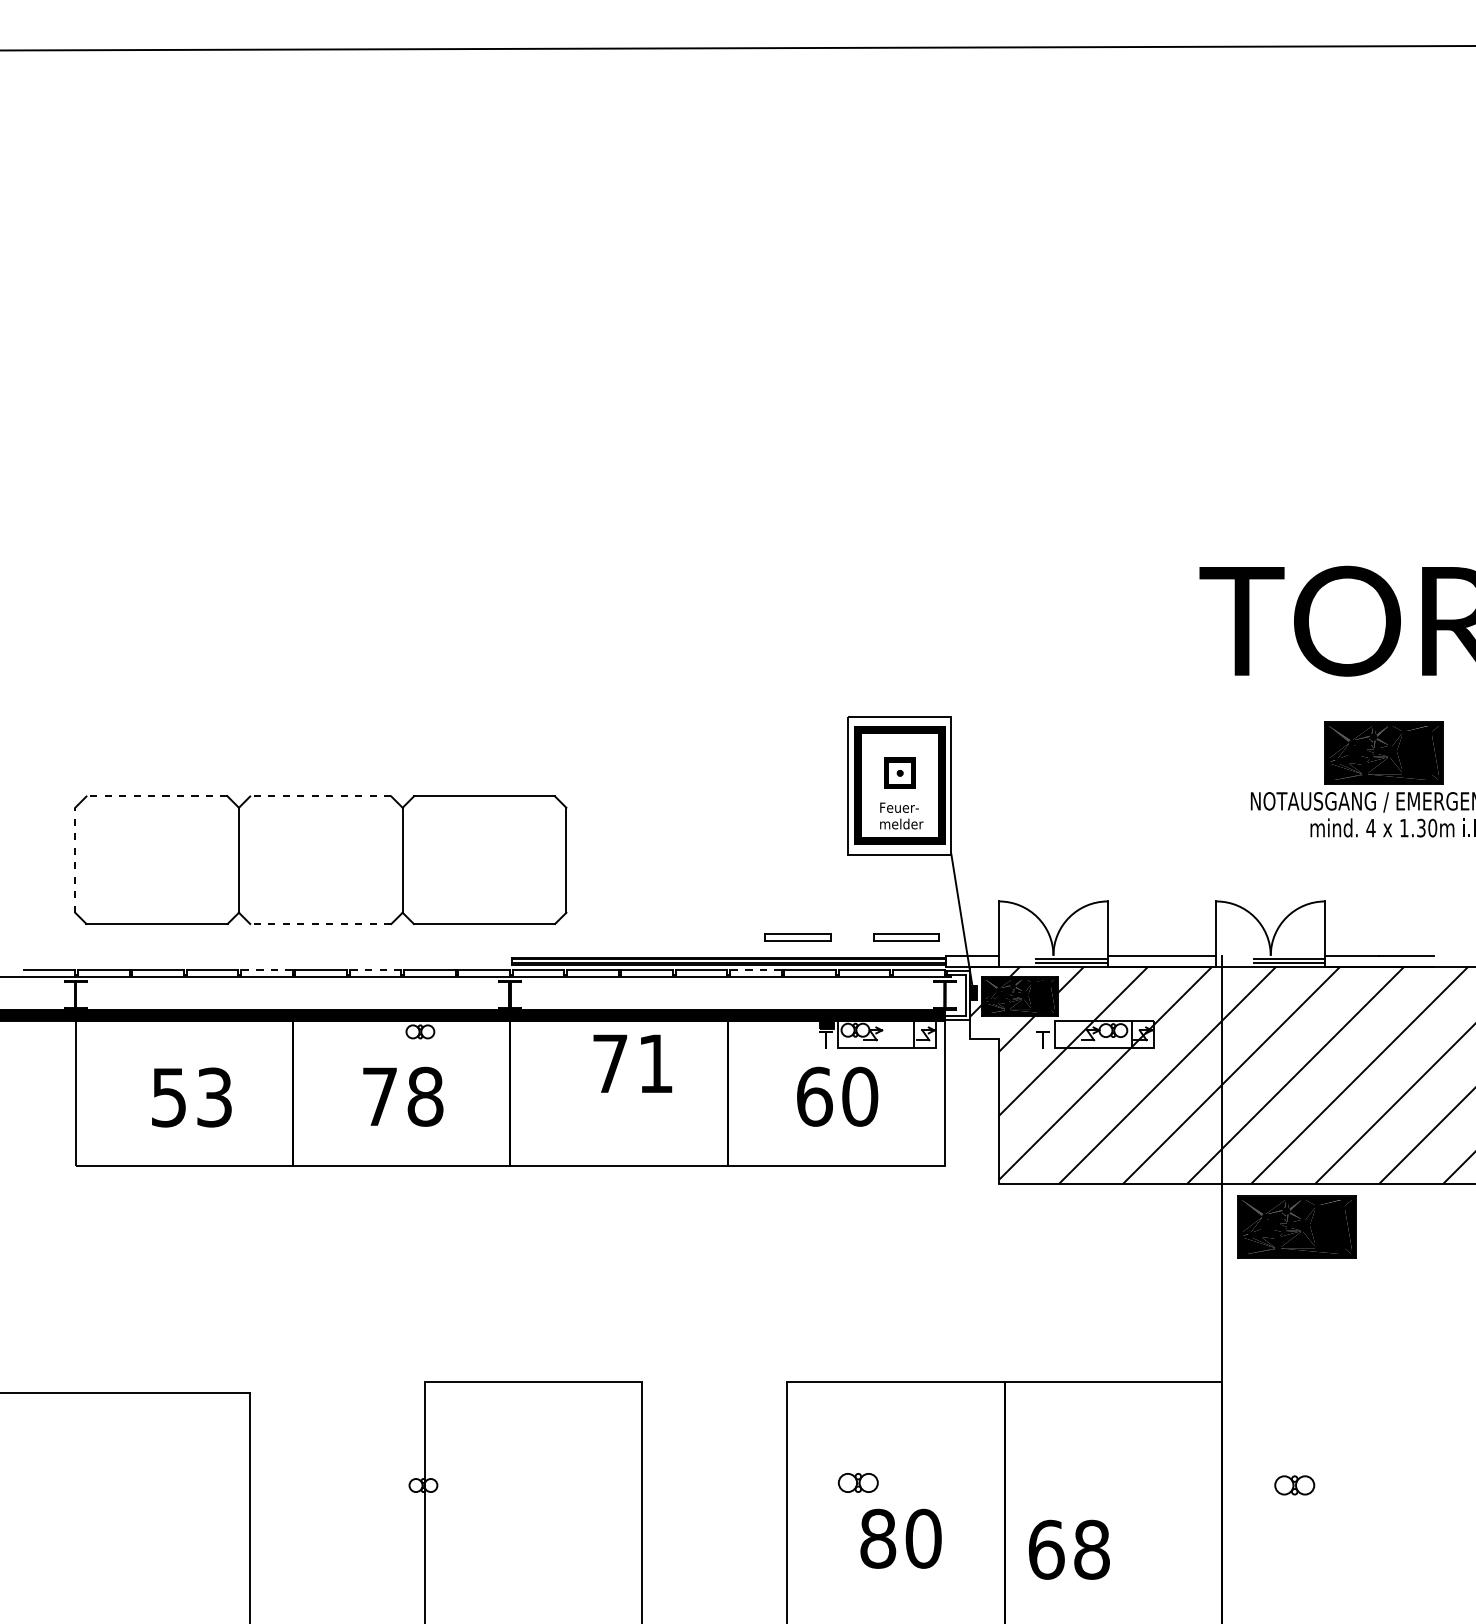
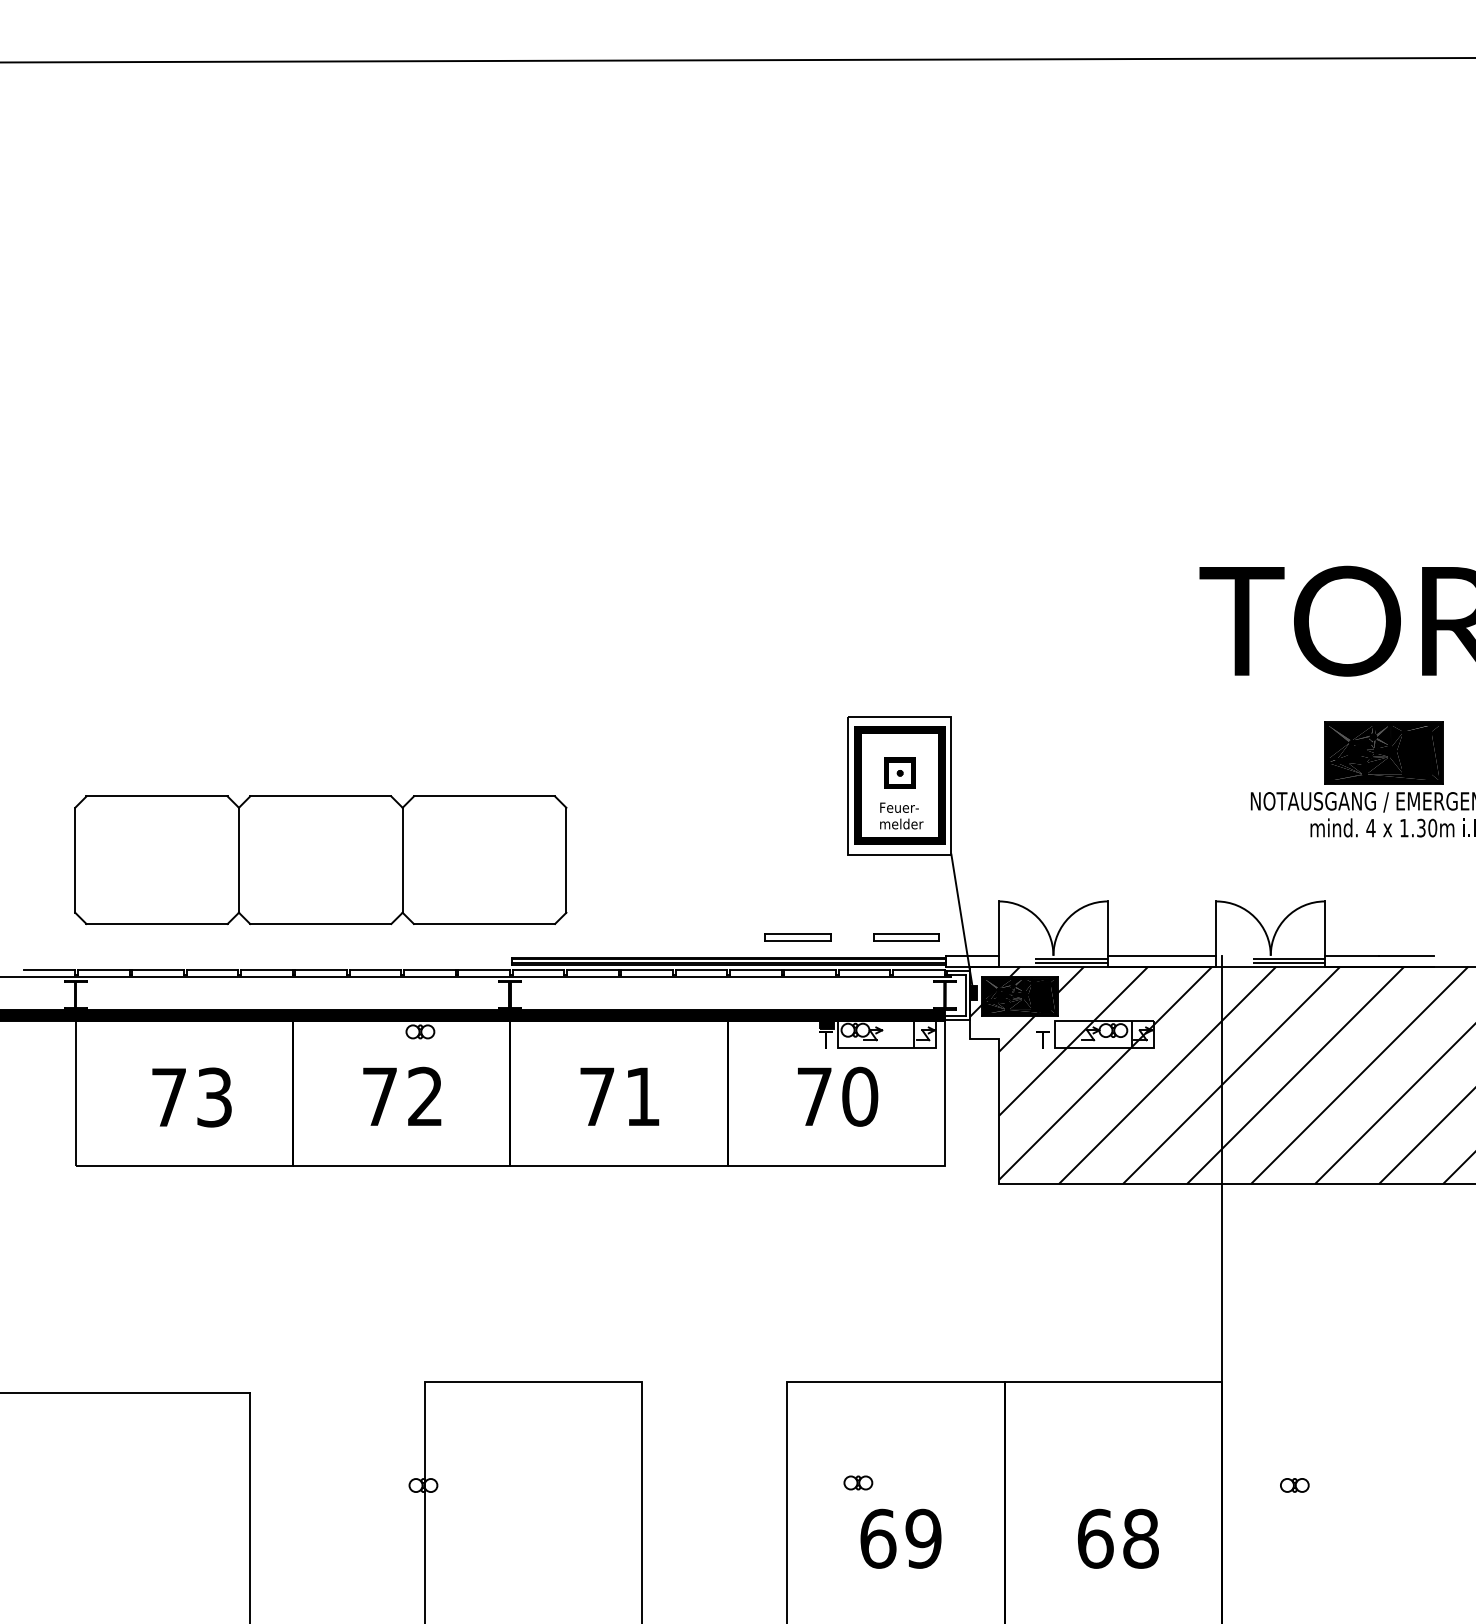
line at (737, 48) position: (737, 48) -> (737, 60)
line at (157, 796): dashed -> solid
line at (320, 796): dashed -> solid
line at (75, 859): dashed -> solid
line at (320, 923): dashed -> solid
line at (266, 969): dashed -> solid
line at (375, 969): dashed -> solid
line at (755, 969): dashed -> solid
text at (632, 1063) position: (632, 1063) -> (619, 1096)
text at (425, 1096): 78 -> 72
text at (814, 1096): 60 -> 70
text at (168, 1097): 53 -> 73
part at (1296, 1226): present -> none
part at (858, 1482) size: 41x20 px -> 31x16 px
part at (1294, 1485) size: 42x21 px -> 30x15 px
text at (900, 1538): 80 -> 69
text at (1069, 1549) position: (1069, 1549) -> (1118, 1538)
